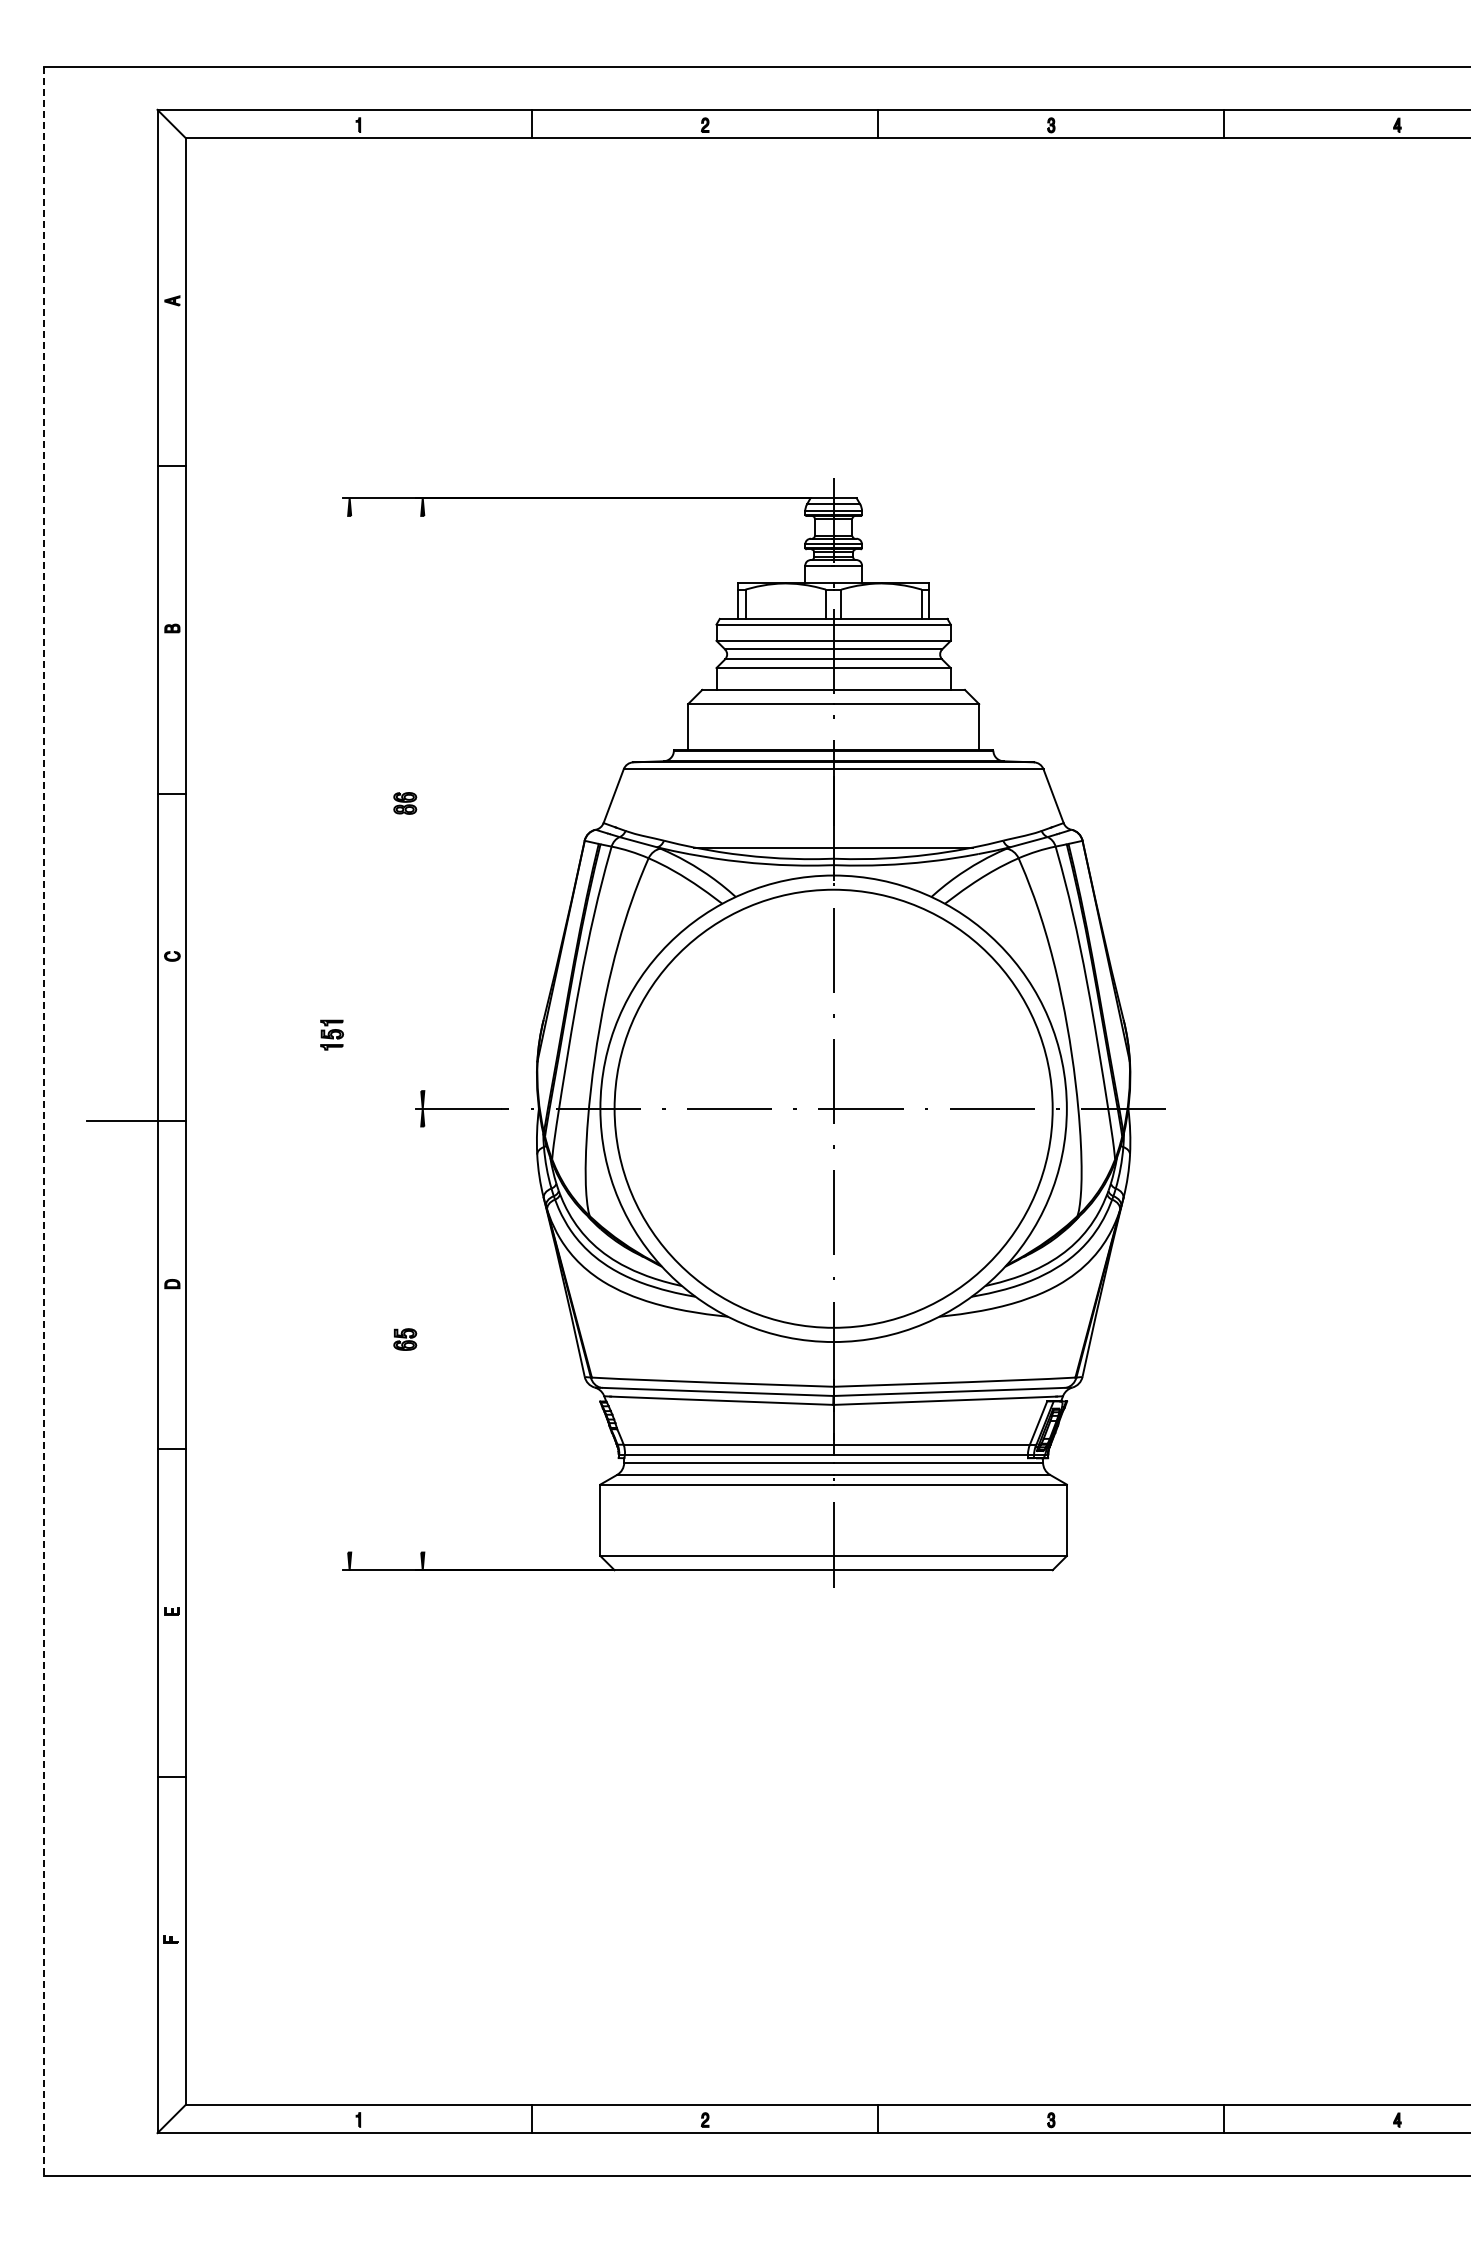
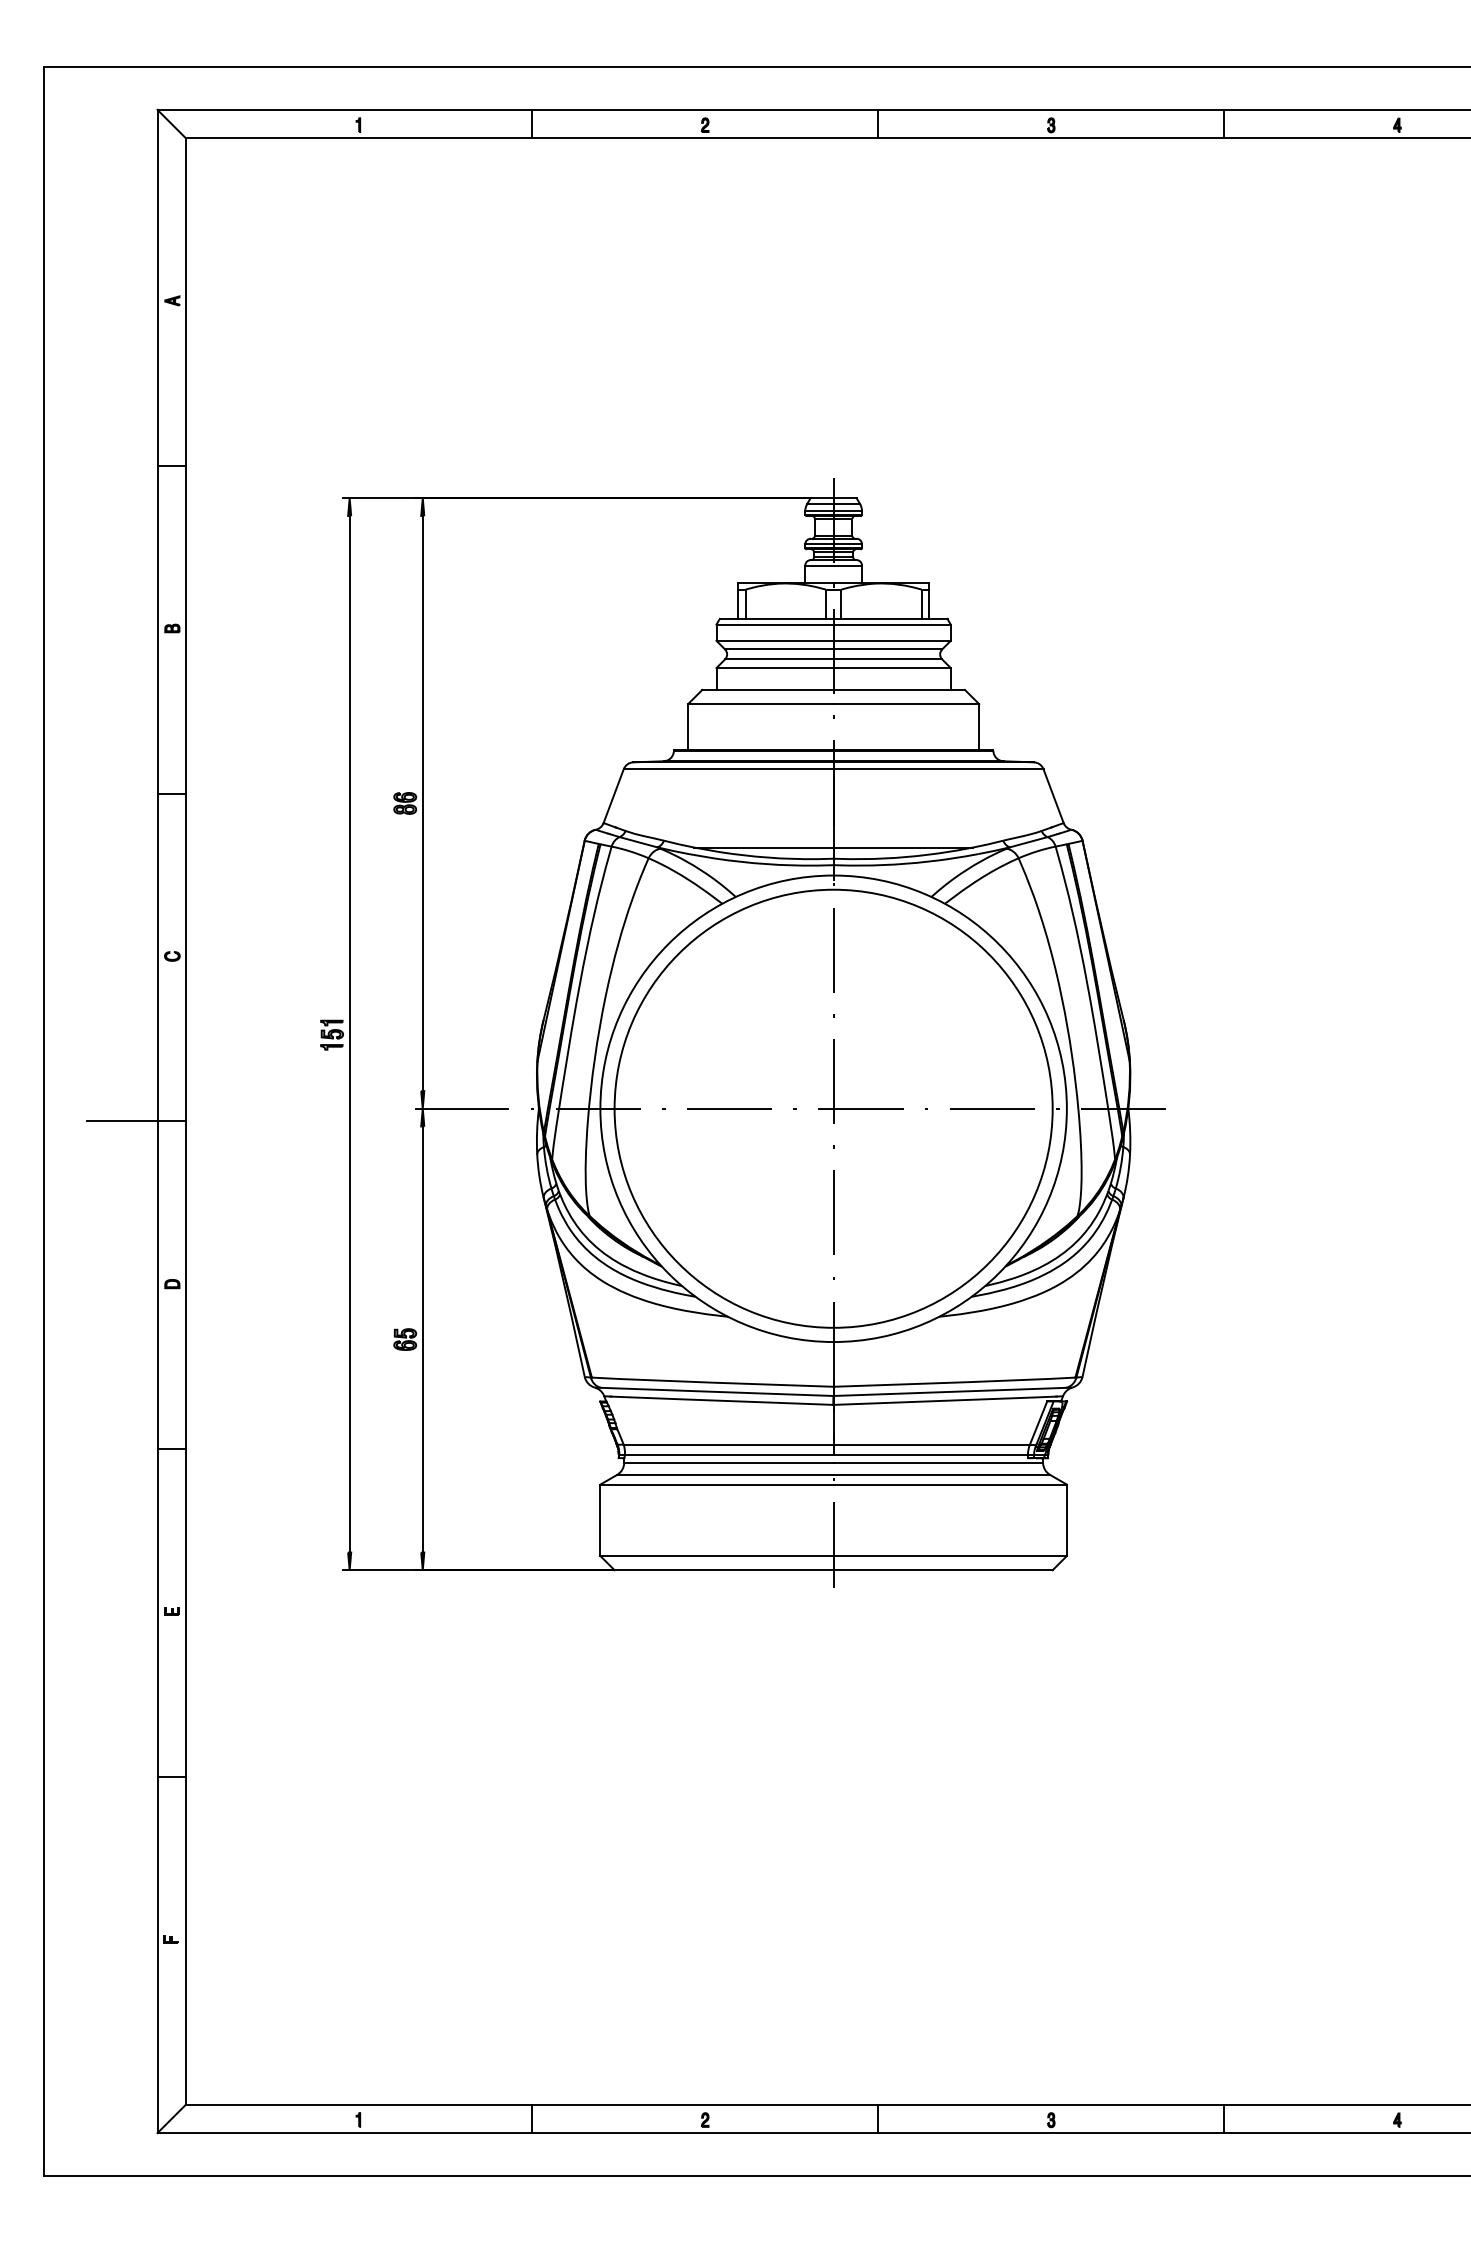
line at (422, 803): none -> present
line at (349, 1033): none -> present
line at (43, 1121): dashed -> solid
line at (422, 1339): none -> present
